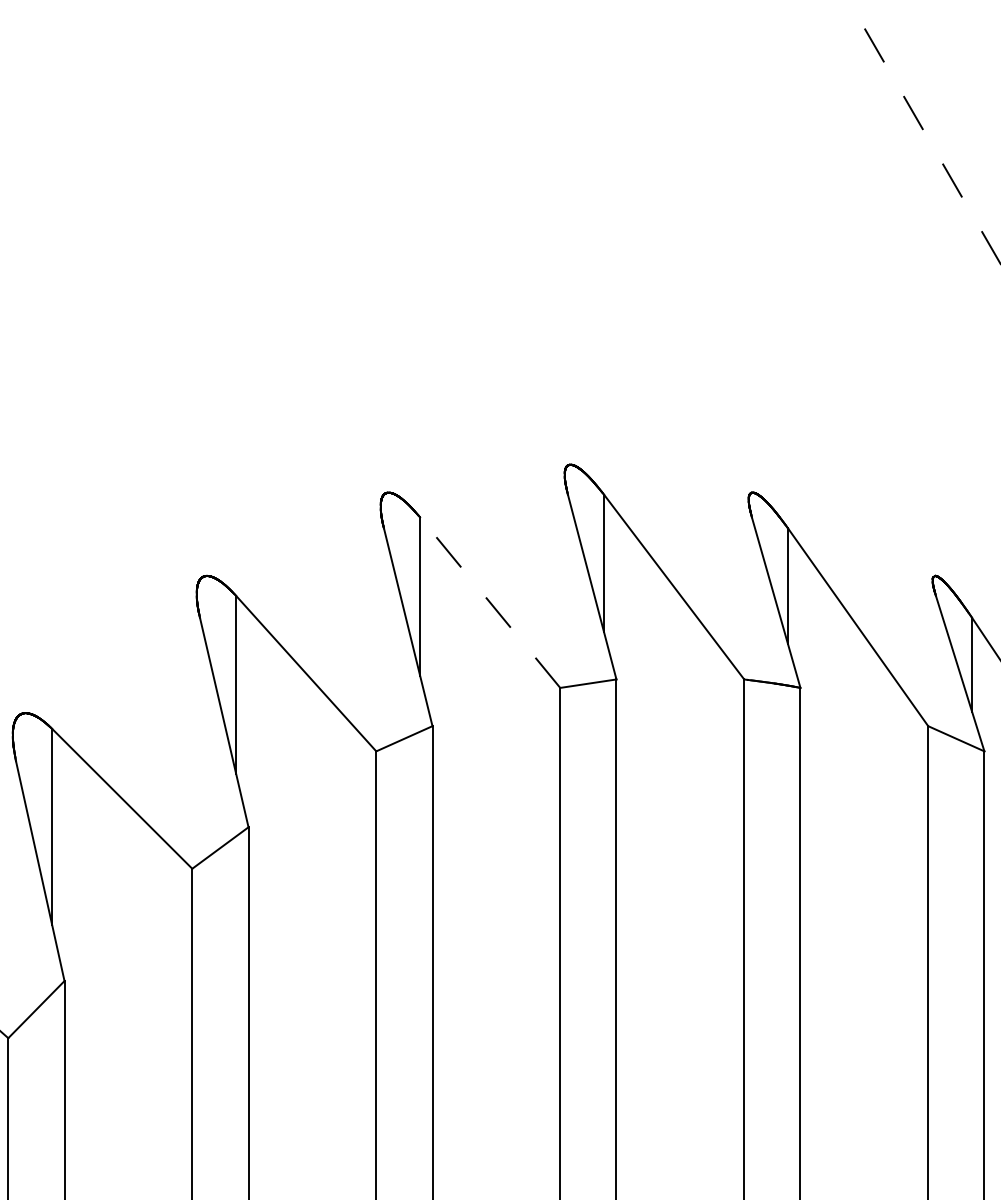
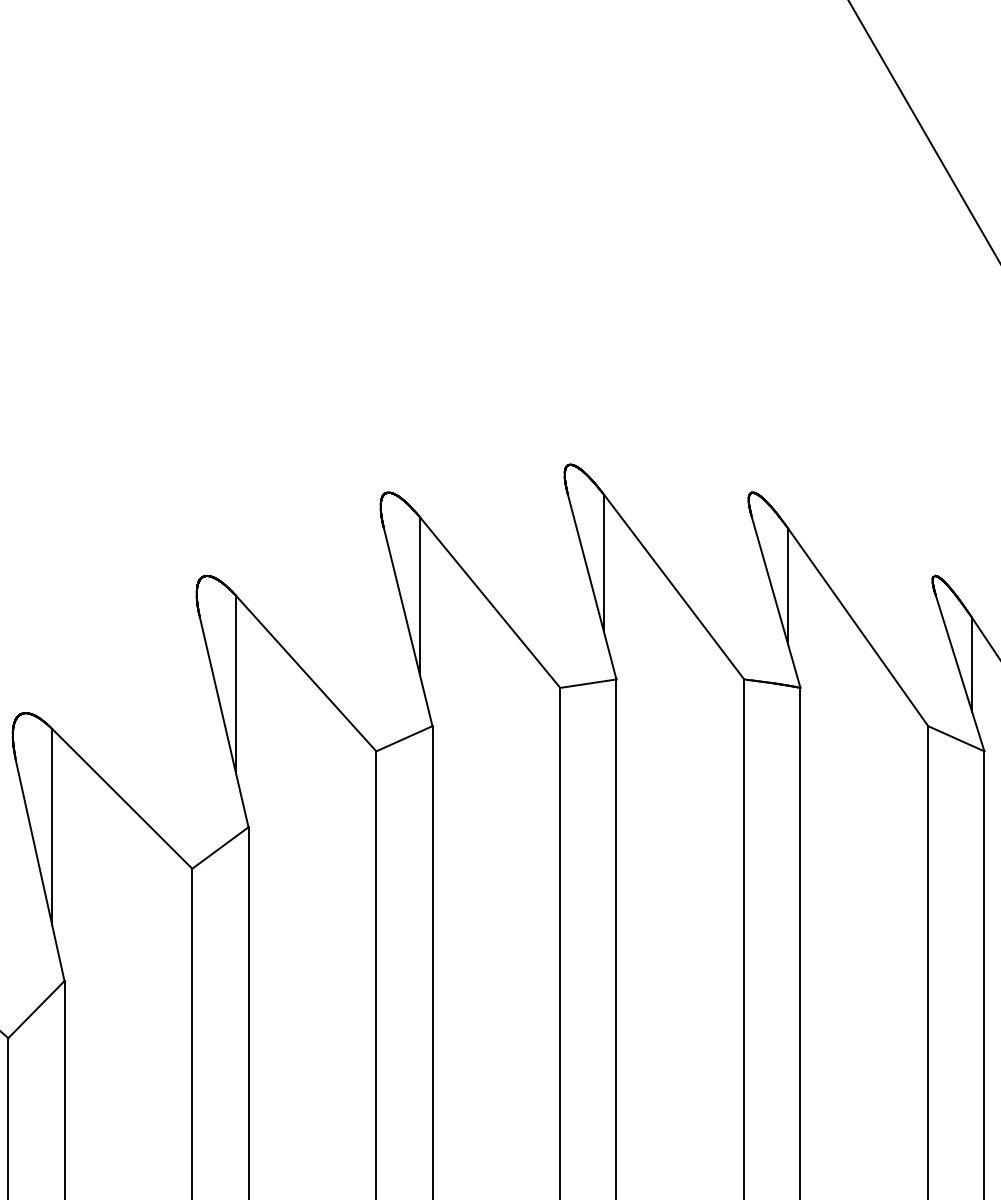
line at (924, 131): dashed -> solid
line at (489, 602): dashed -> solid
